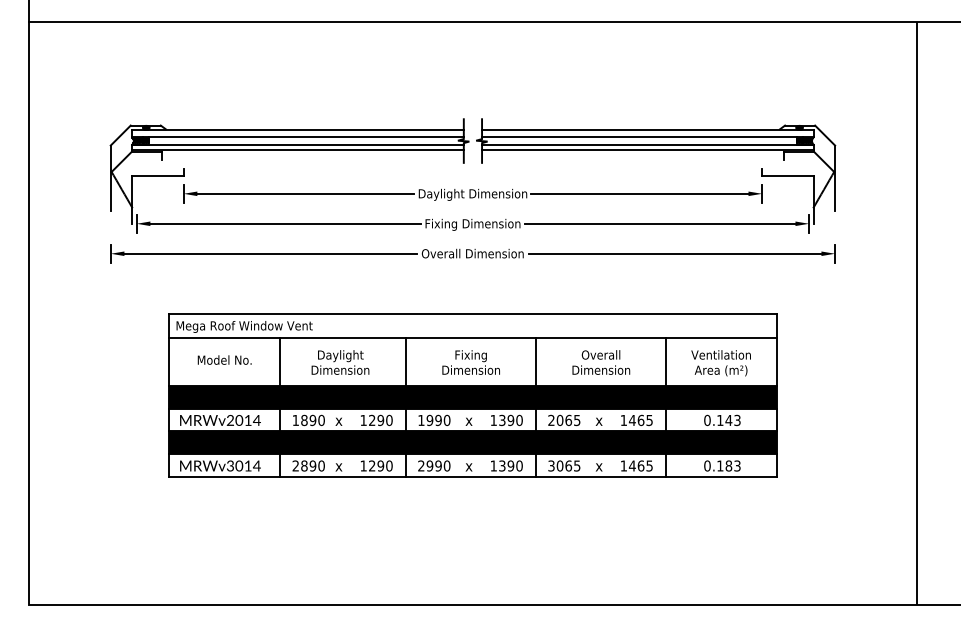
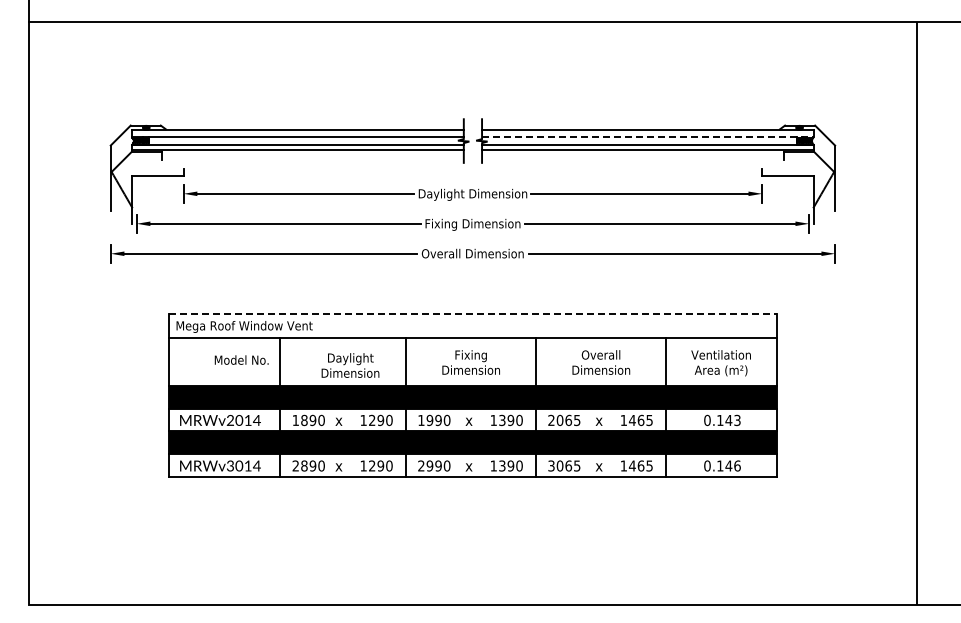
line at (647, 137): solid -> dashed
line at (473, 314): solid -> dashed
text at (224, 359) position: (224, 359) -> (241, 359)
text at (340, 362) position: (340, 362) -> (350, 365)
text at (732, 465): 0.183 -> 0.146
